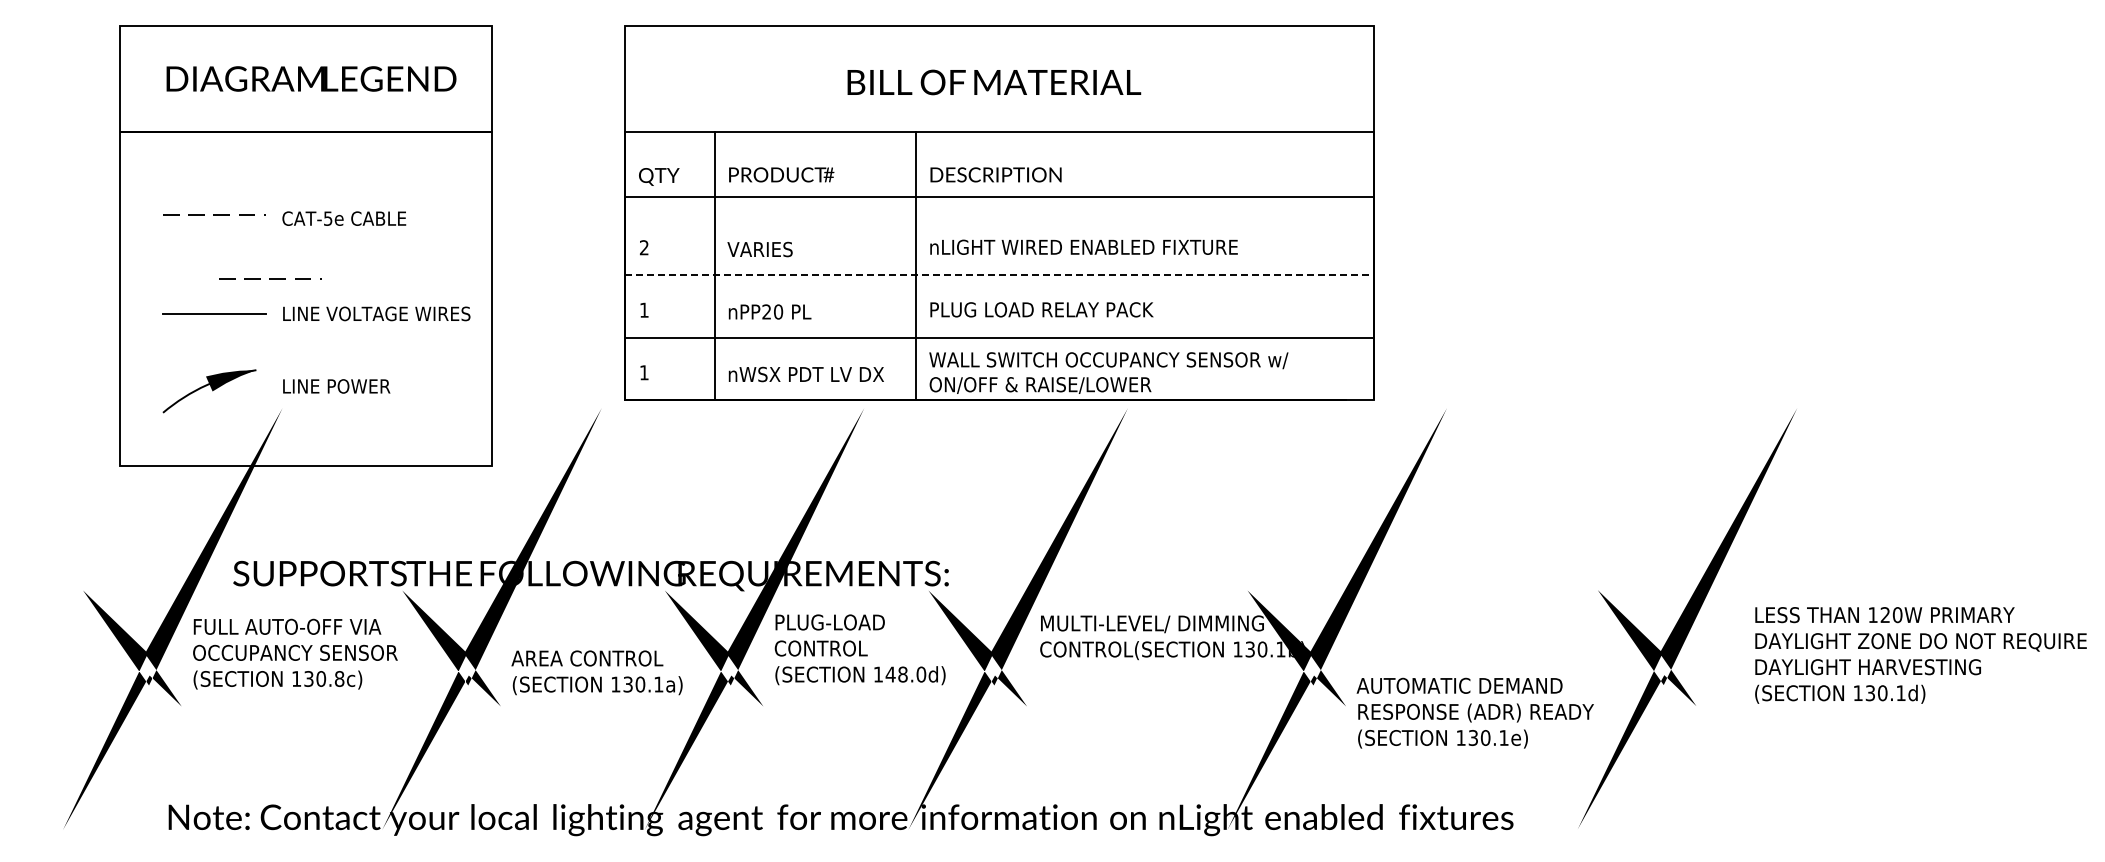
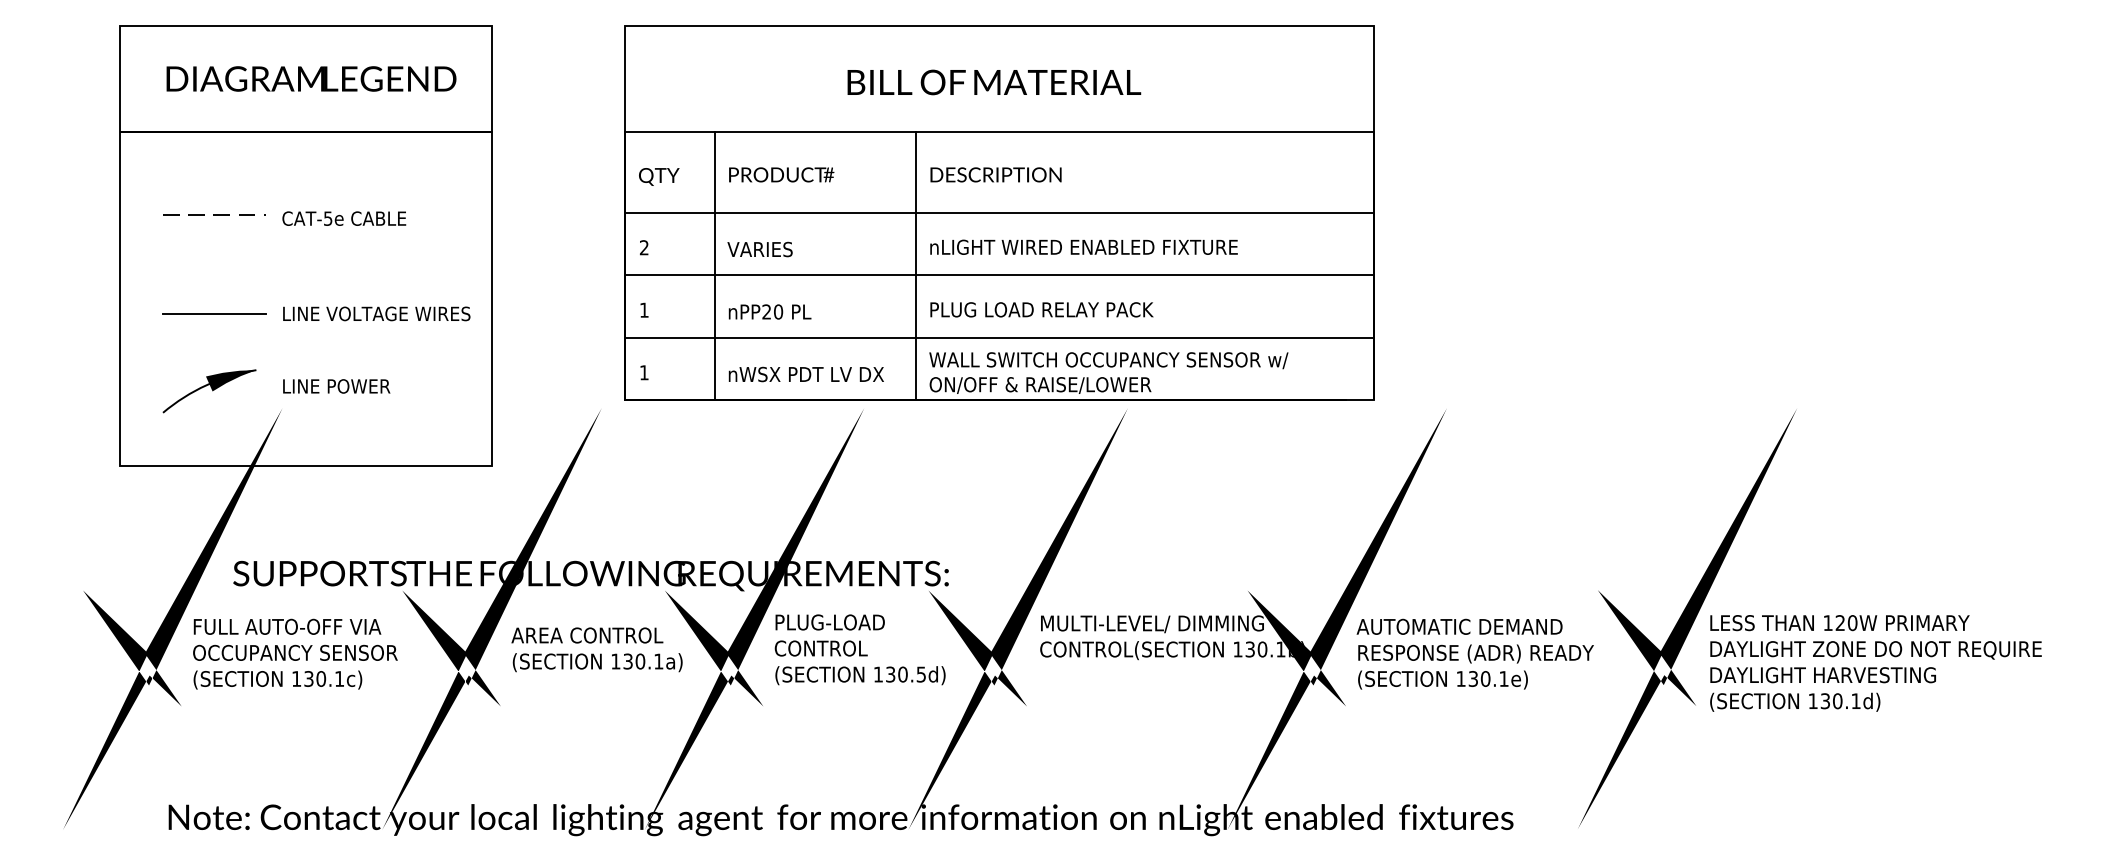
line at (999, 196) position: (999, 196) -> (999, 212)
line at (1000, 275): dashed -> solid
line at (270, 278): present -> none
text at (1920, 655) position: (1920, 655) -> (1875, 663)
text at (596, 672) position: (596, 672) -> (596, 649)
text at (905, 674): 148.0d) -> 130.5d)
text at (339, 678): 130.8c) -> 130.1c)
text at (1474, 712) position: (1474, 712) -> (1474, 653)
